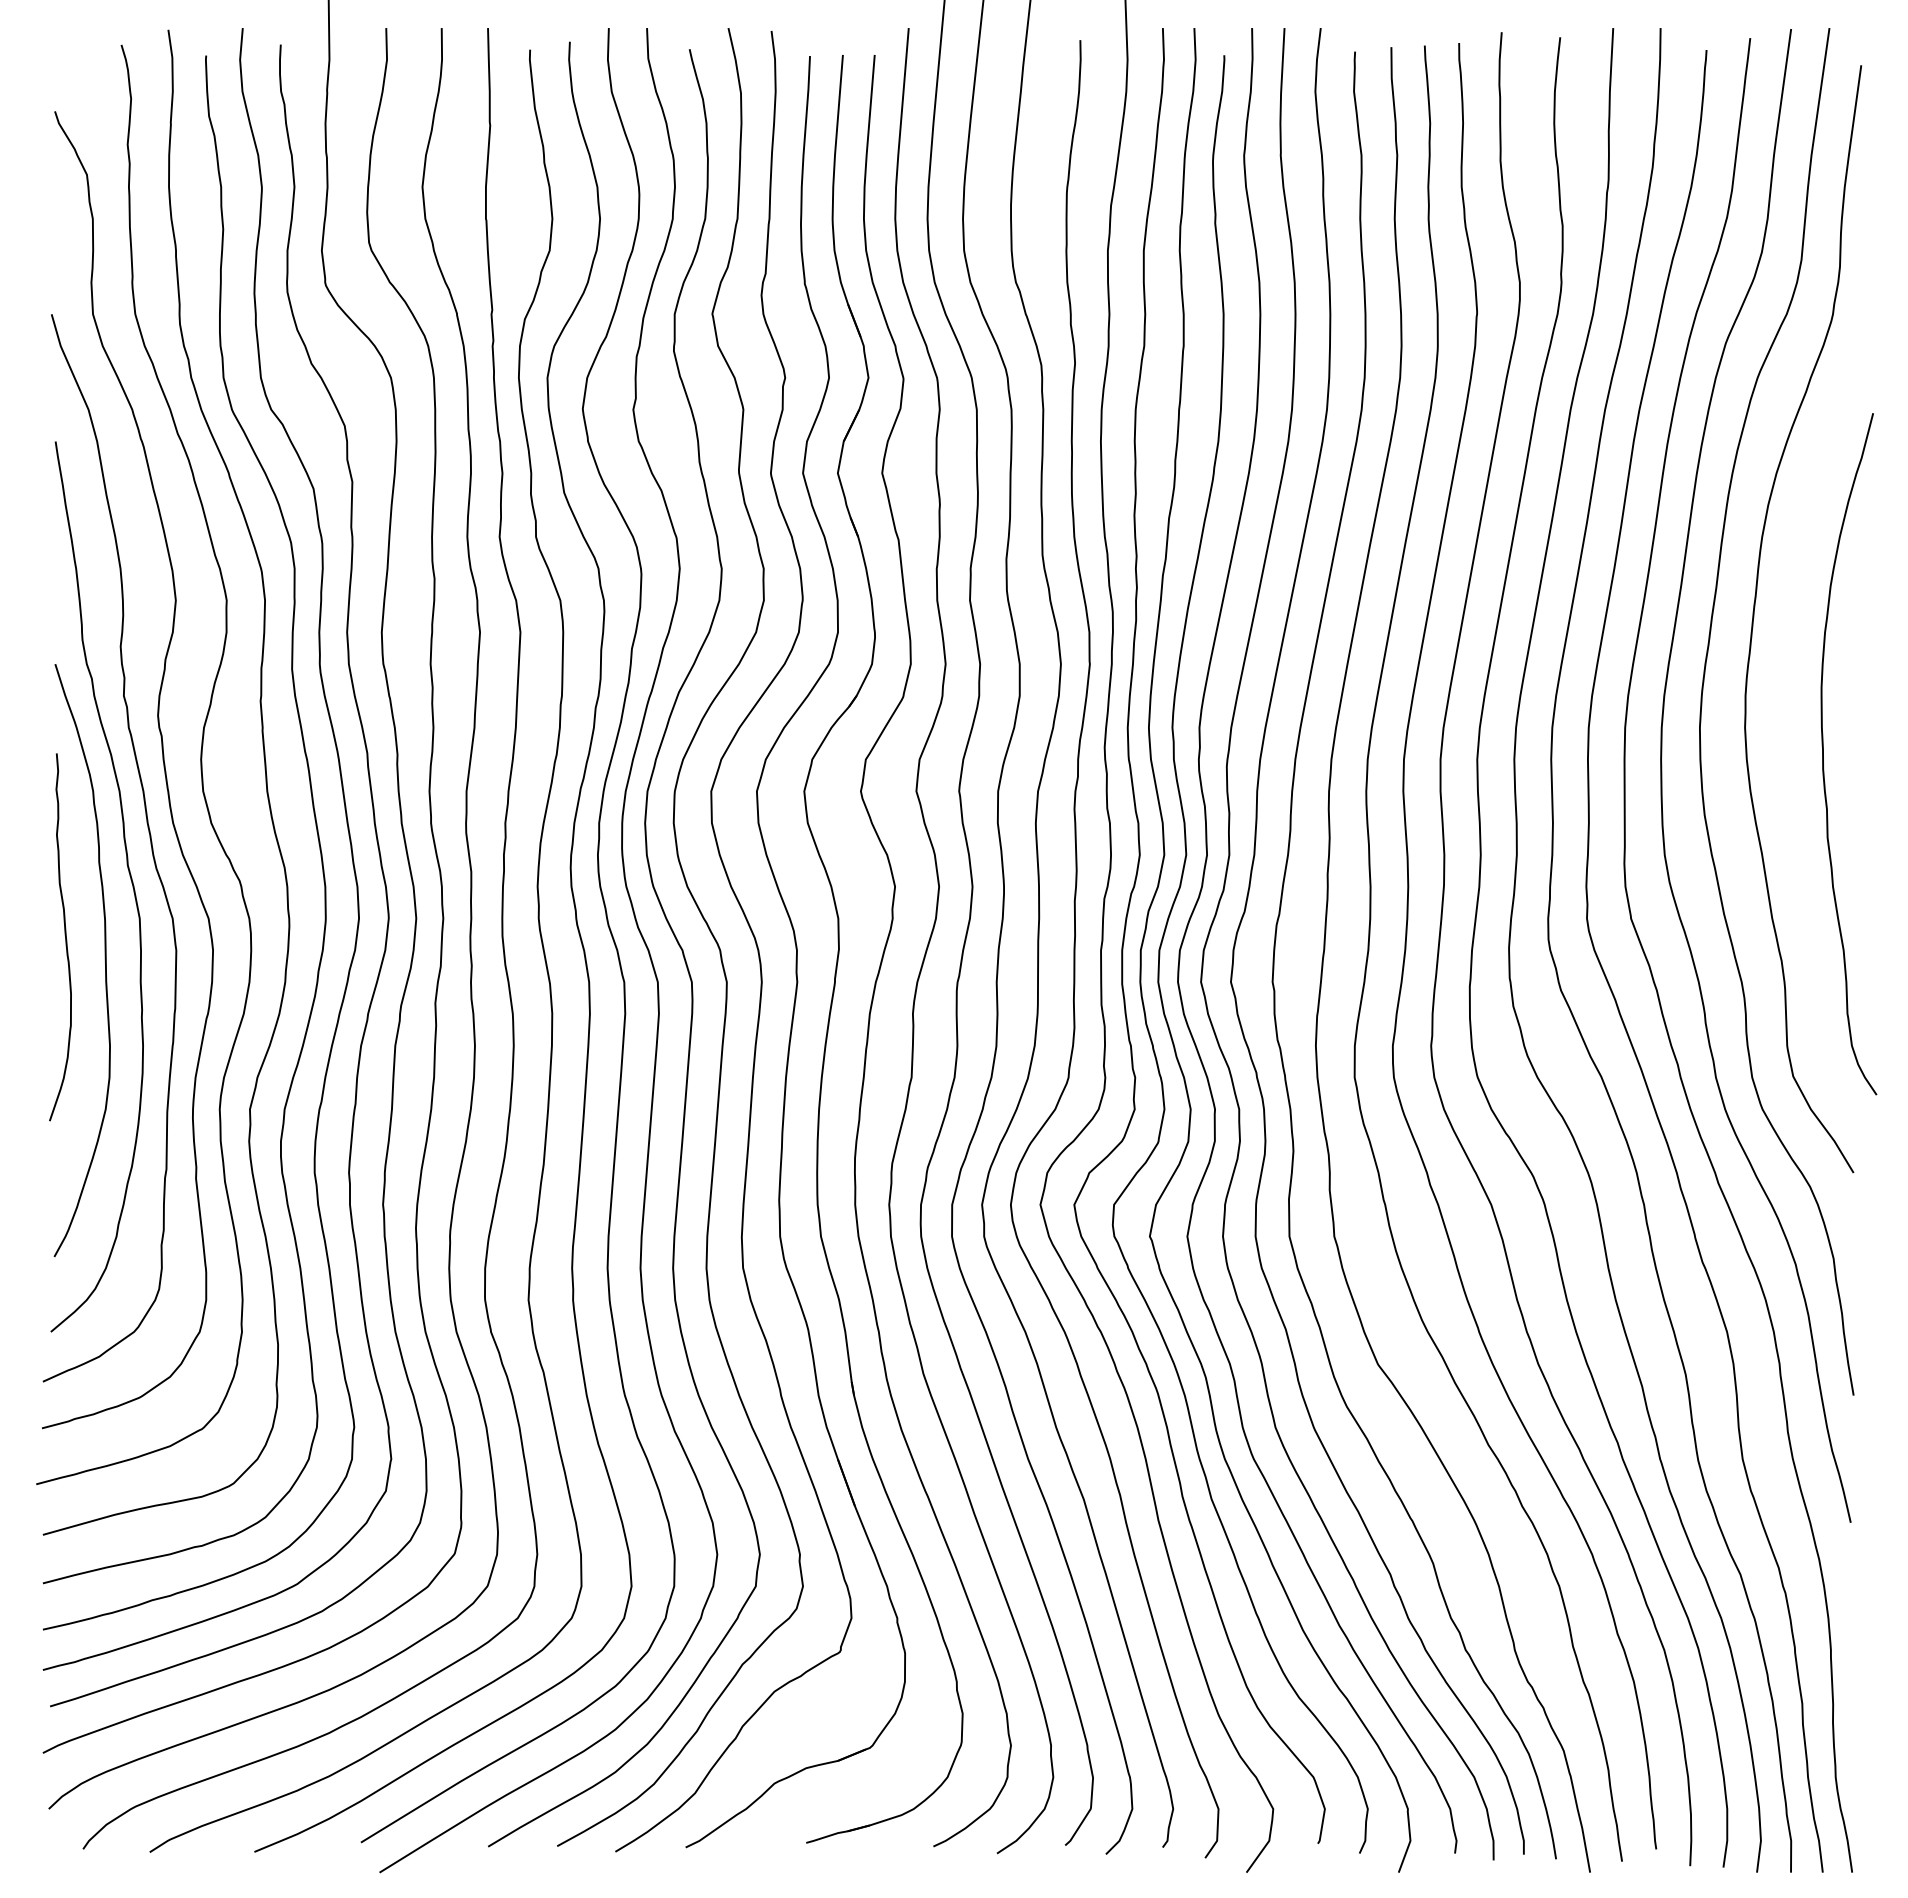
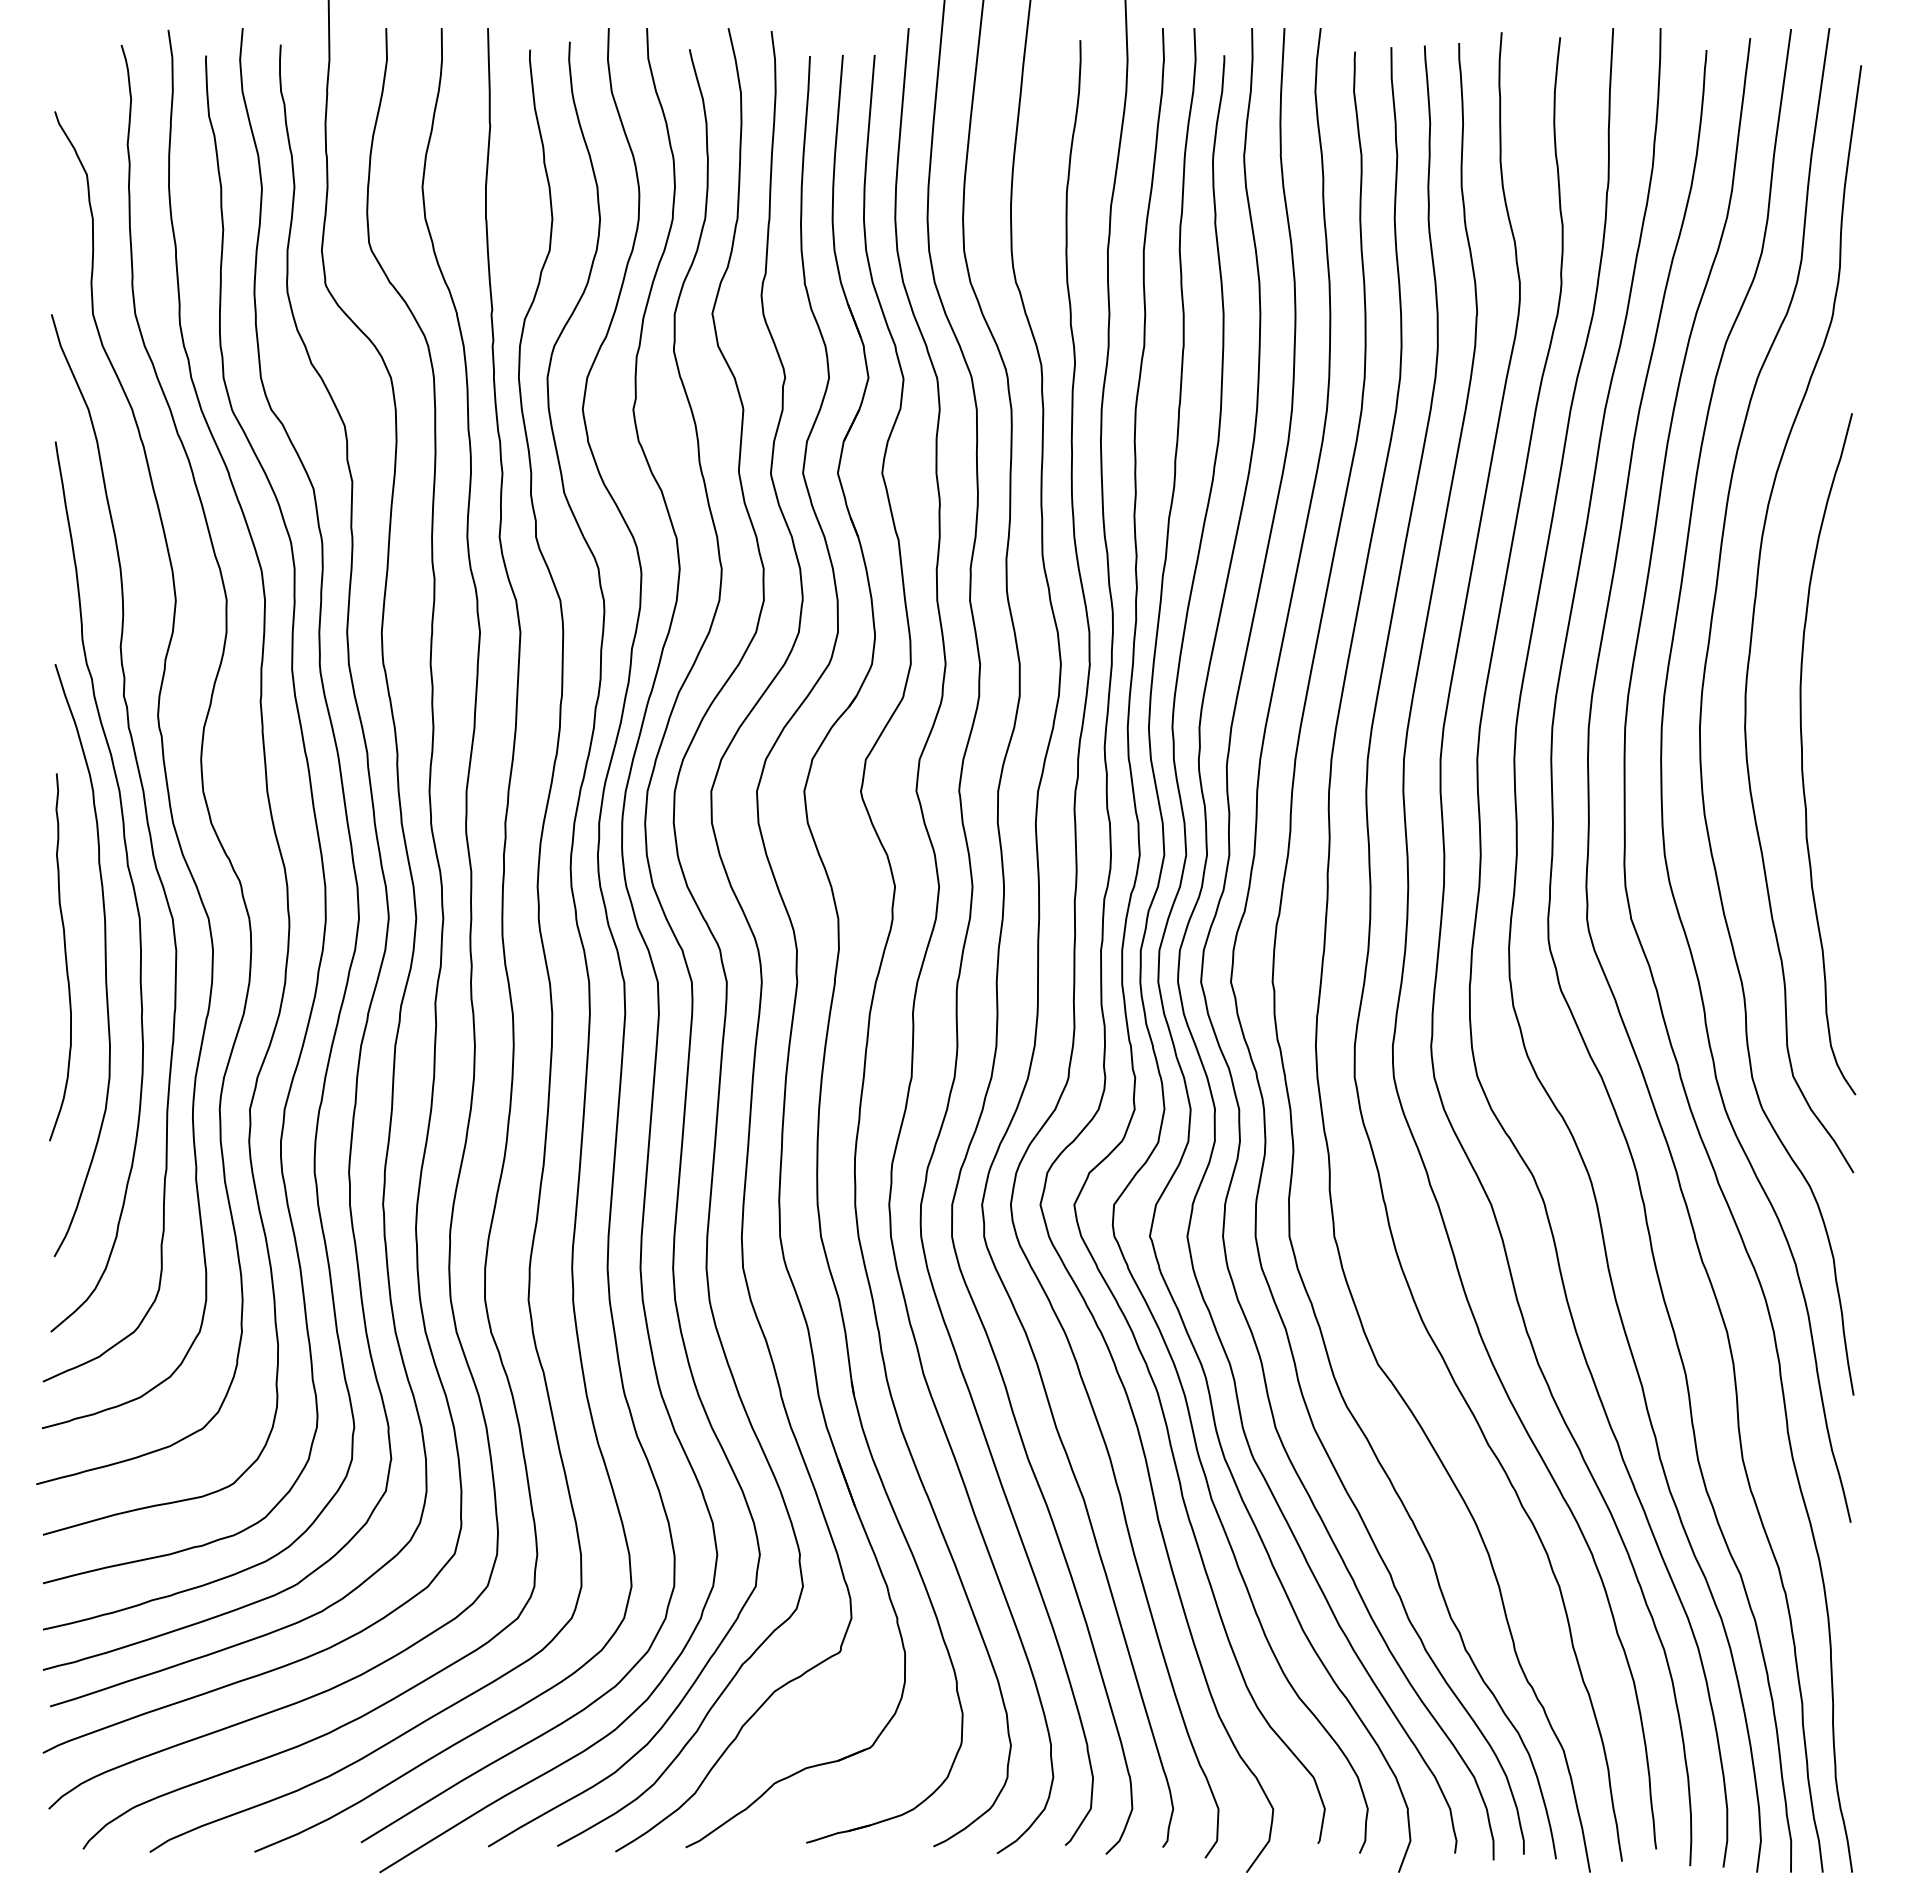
curve at (1823, 754) position: (1823, 754) -> (1802, 754)
curve at (64, 935) position: (64, 935) -> (64, 955)
